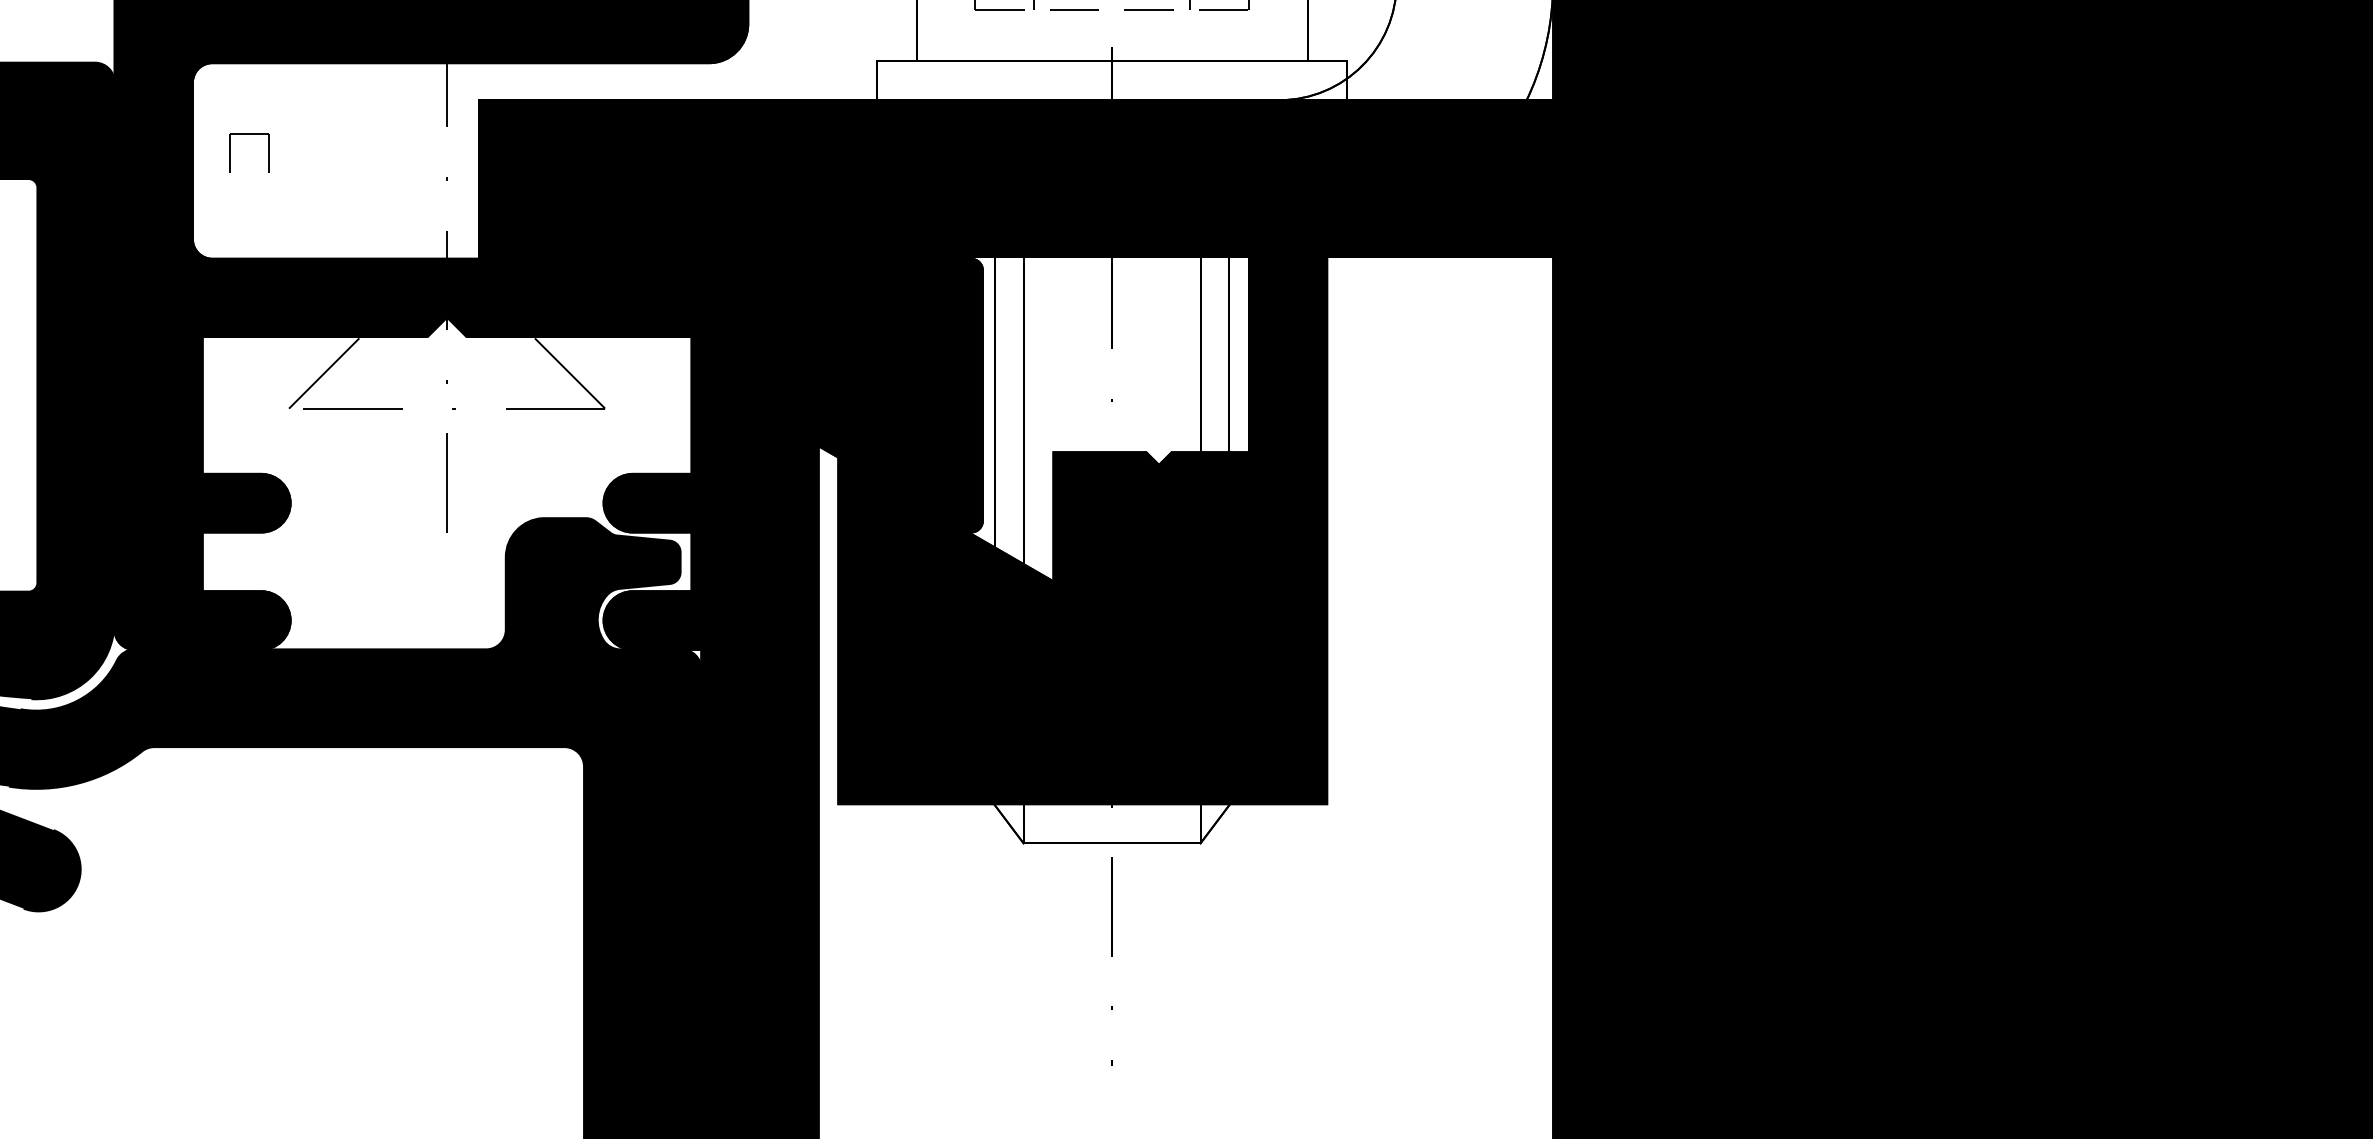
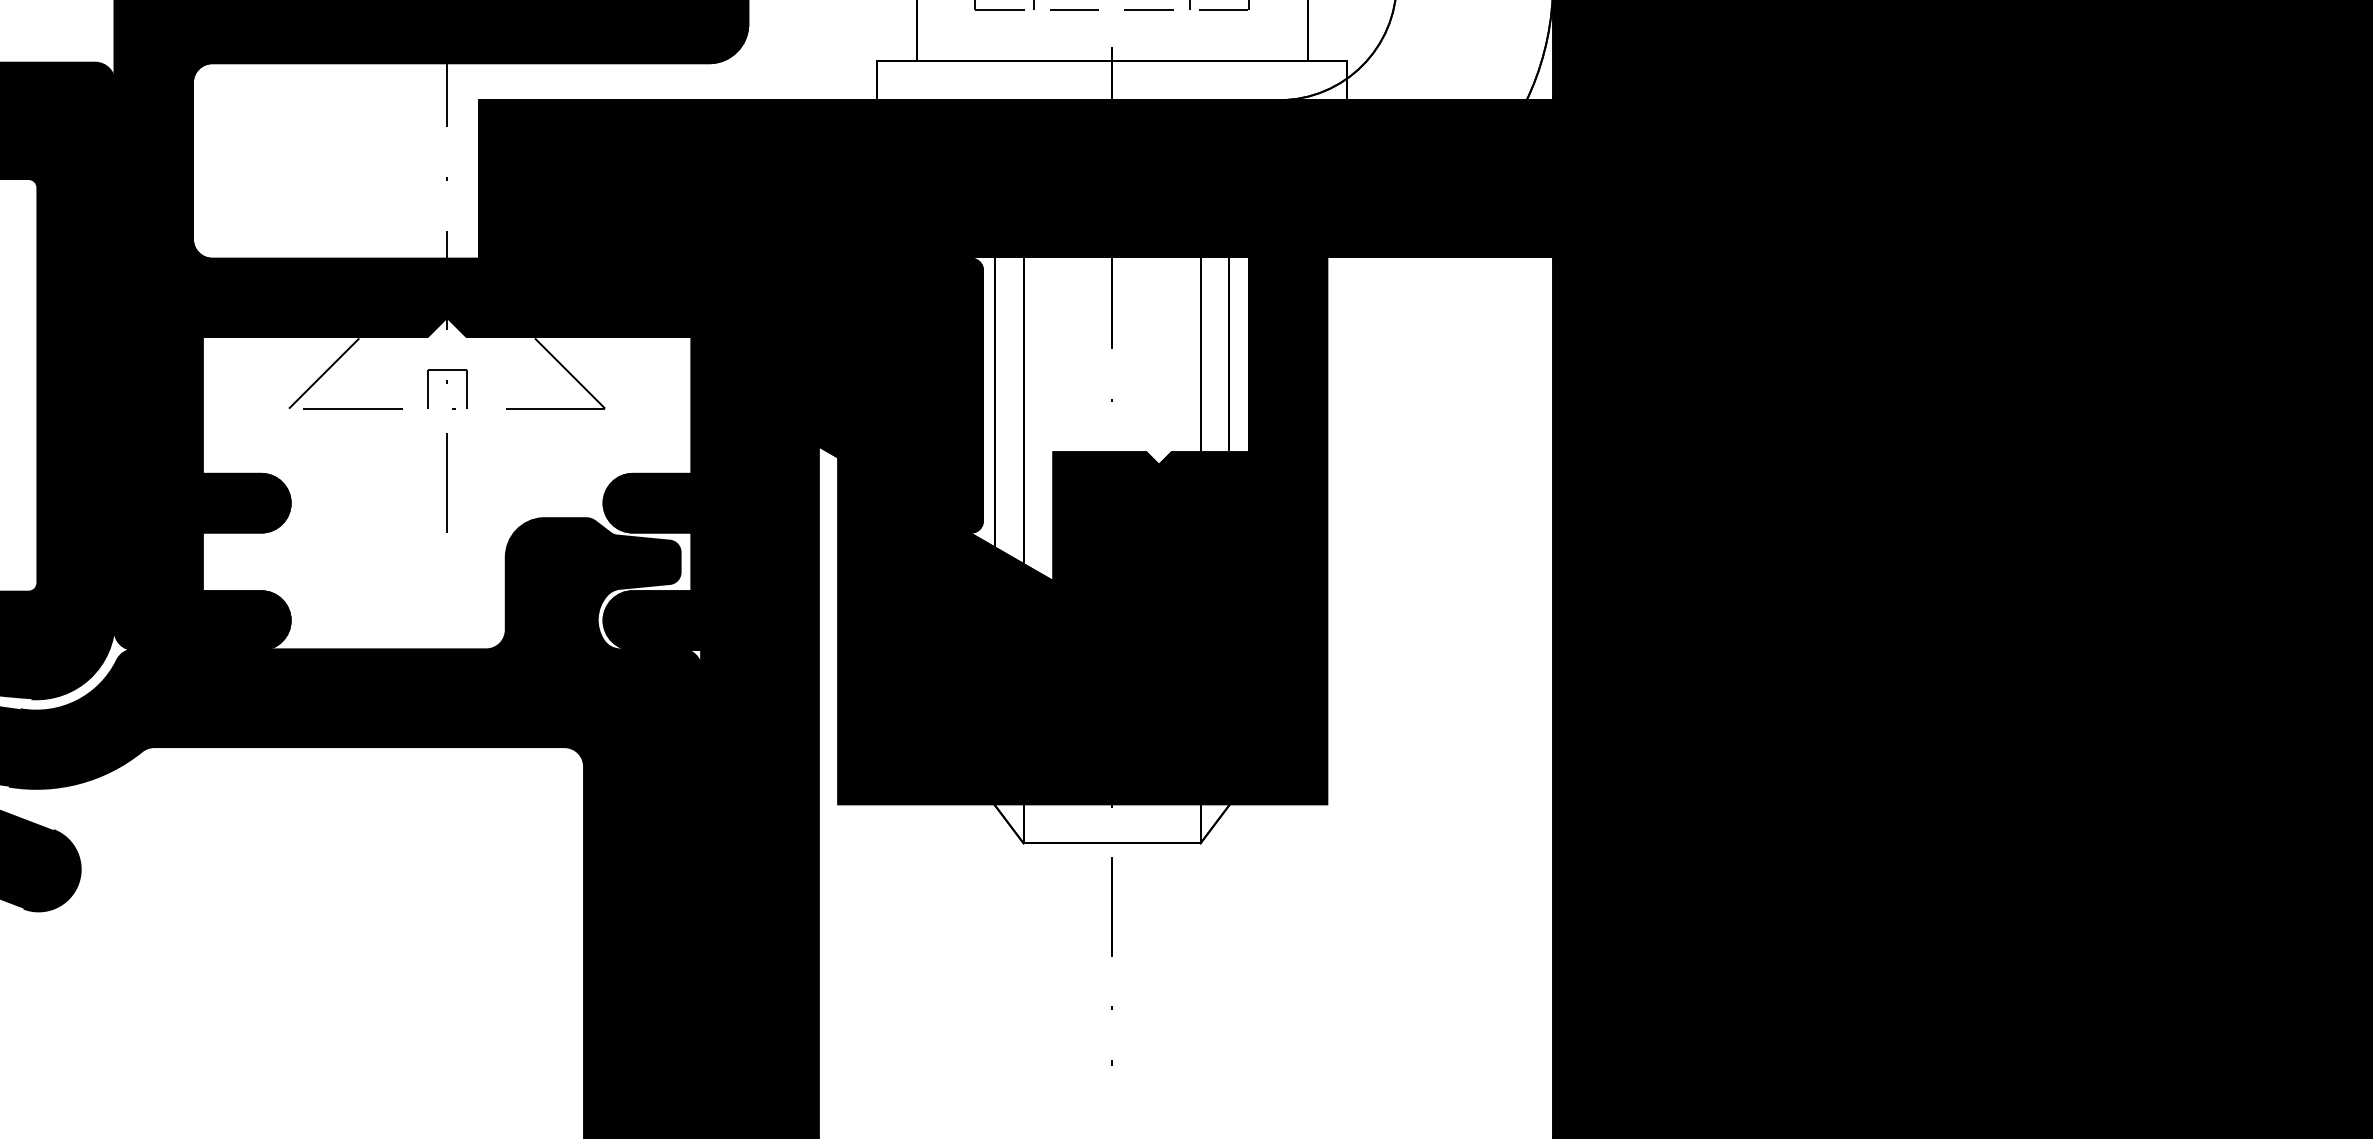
part at (249, 134) position: (249, 134) -> (447, 370)
